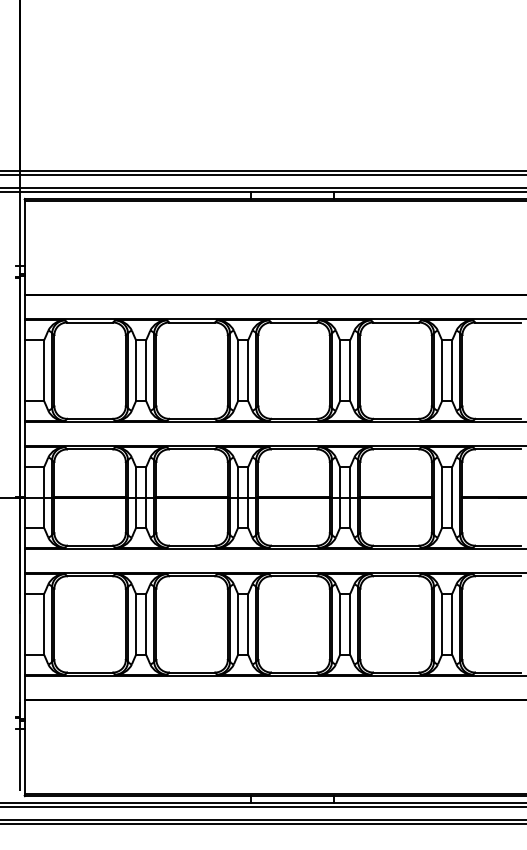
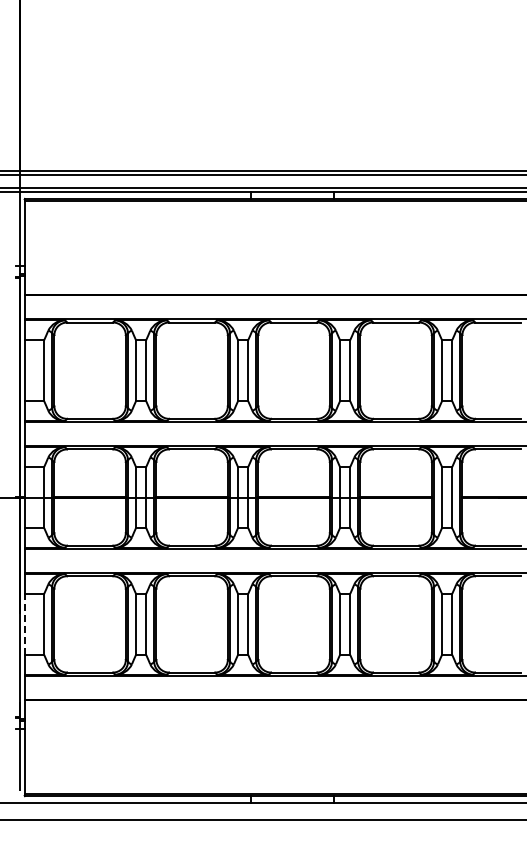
line at (24, 624): solid -> dashed
line at (262, 807): present -> none
line at (262, 824): present -> none
